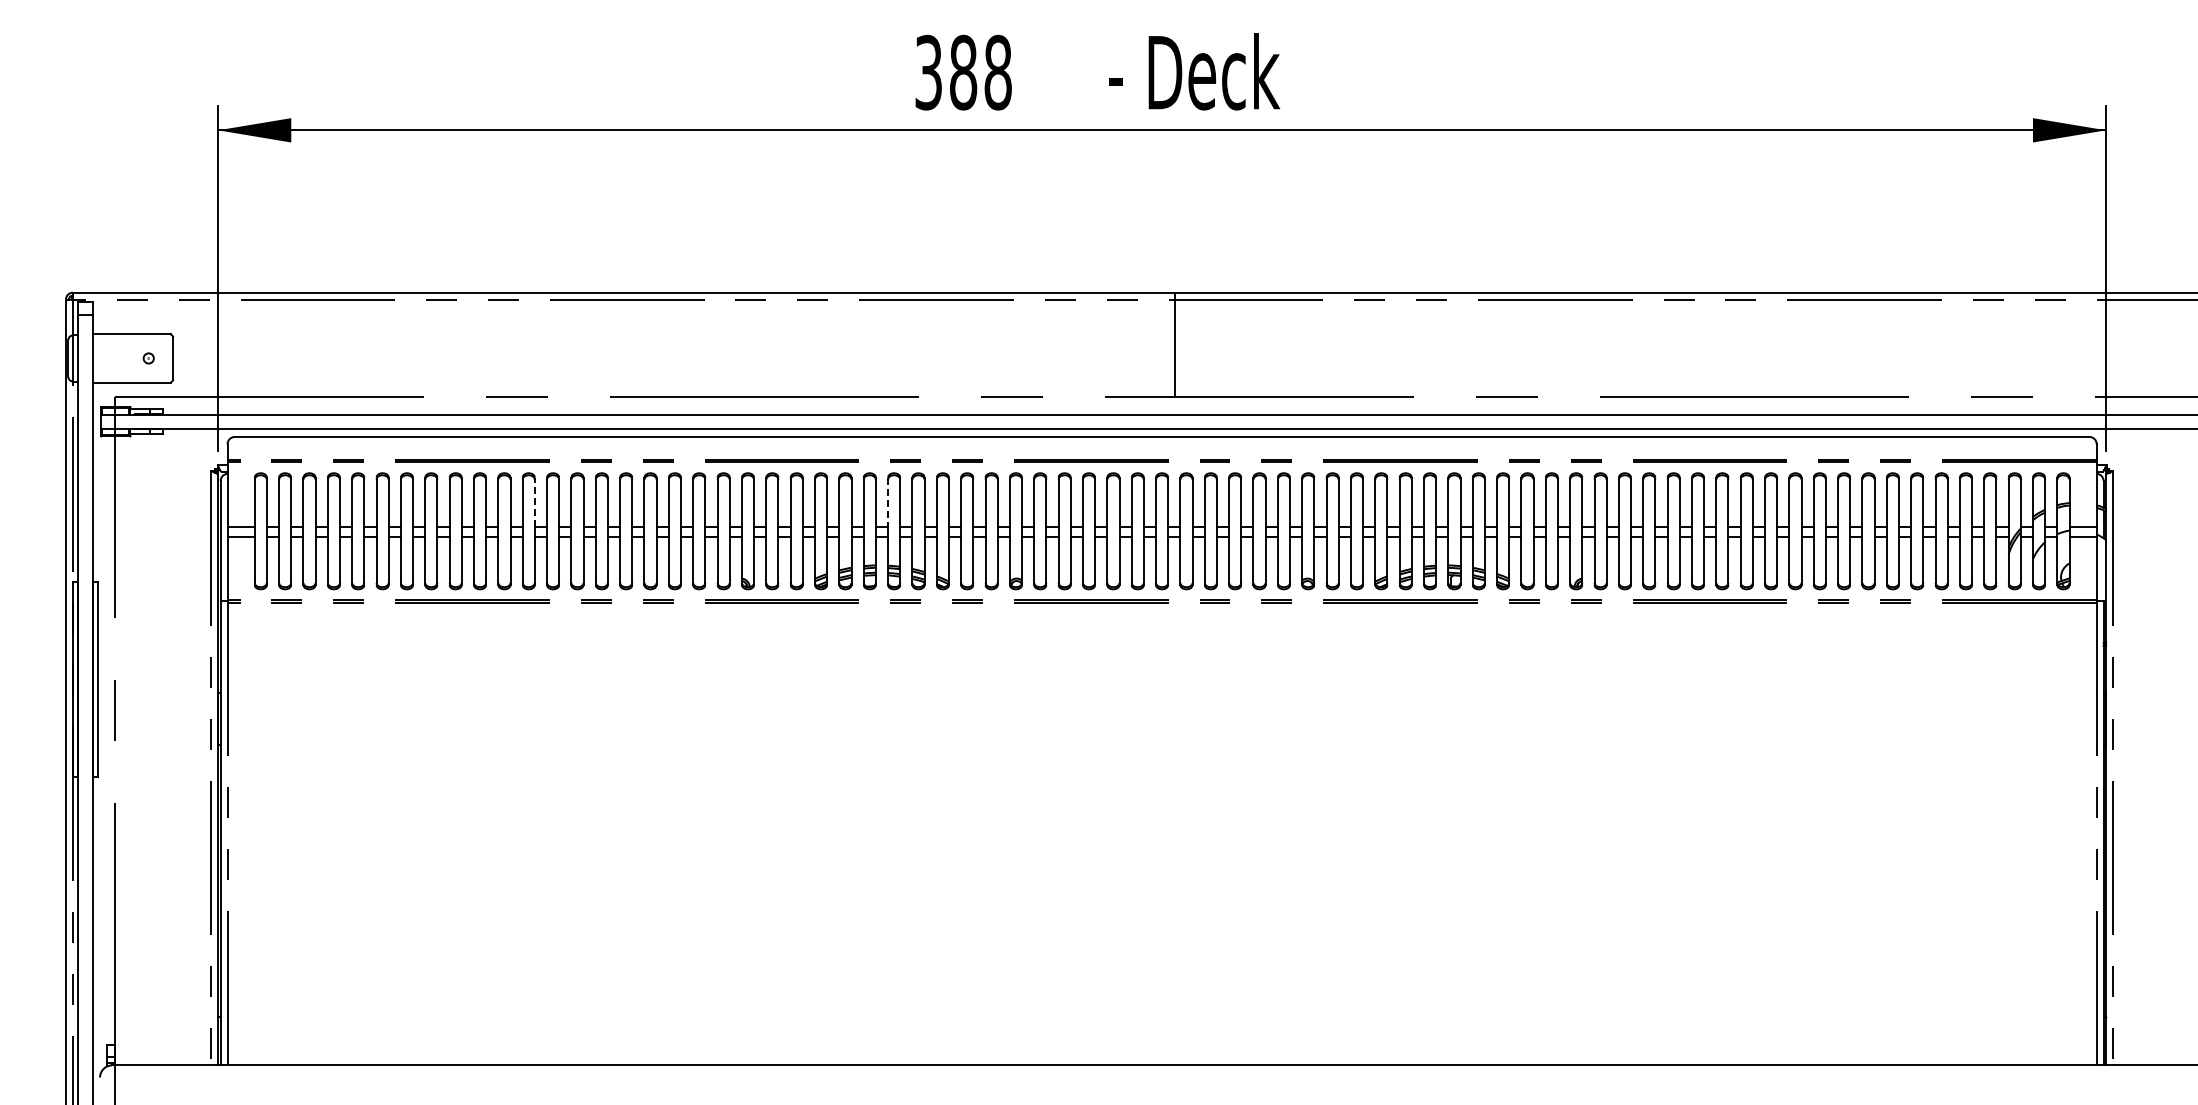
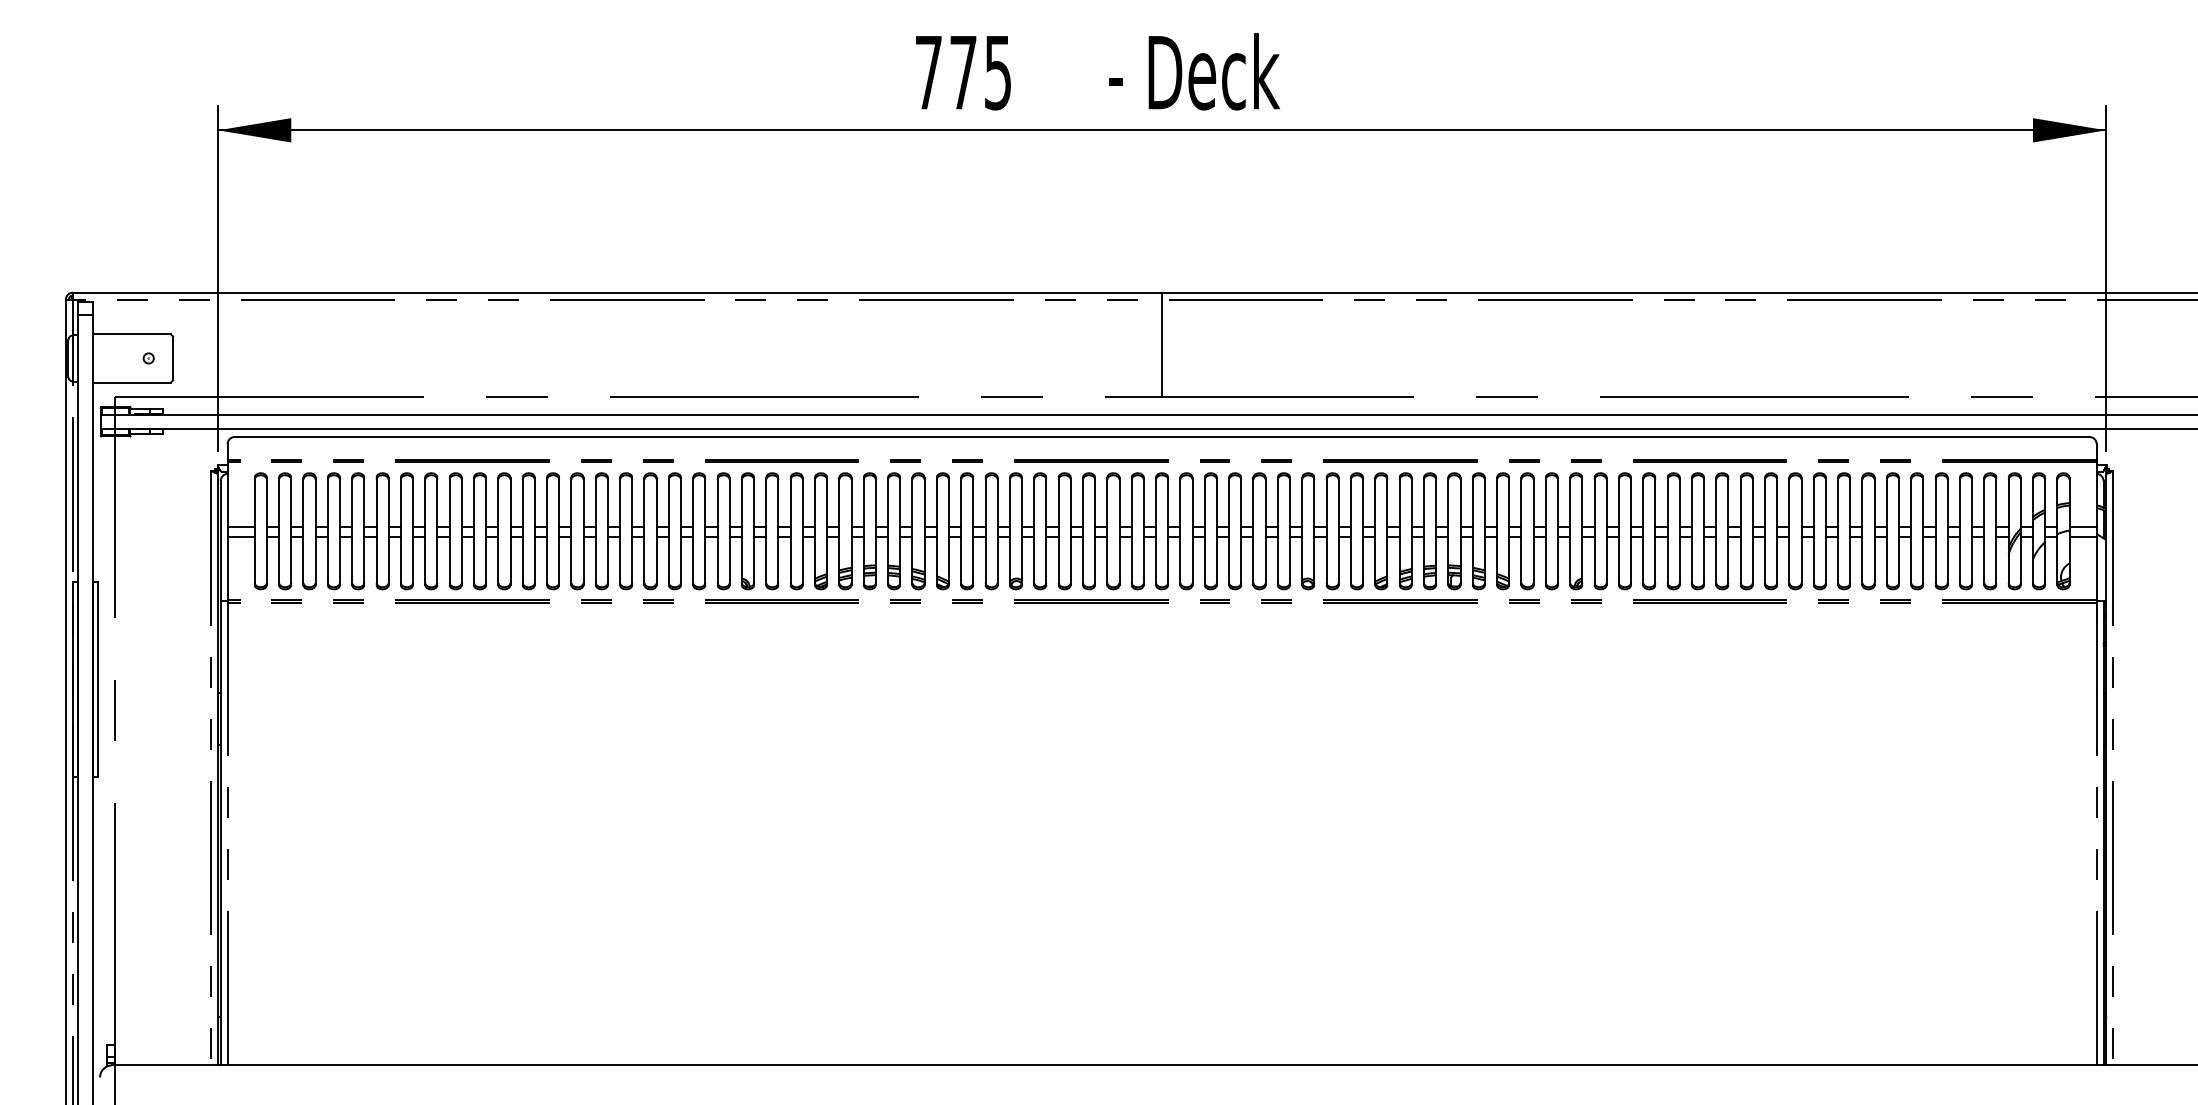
text at (963, 72): 388 -> 775
line at (1175, 344) position: (1175, 344) -> (1162, 344)
line at (534, 502): dashed -> solid
line at (888, 502): dashed -> solid
